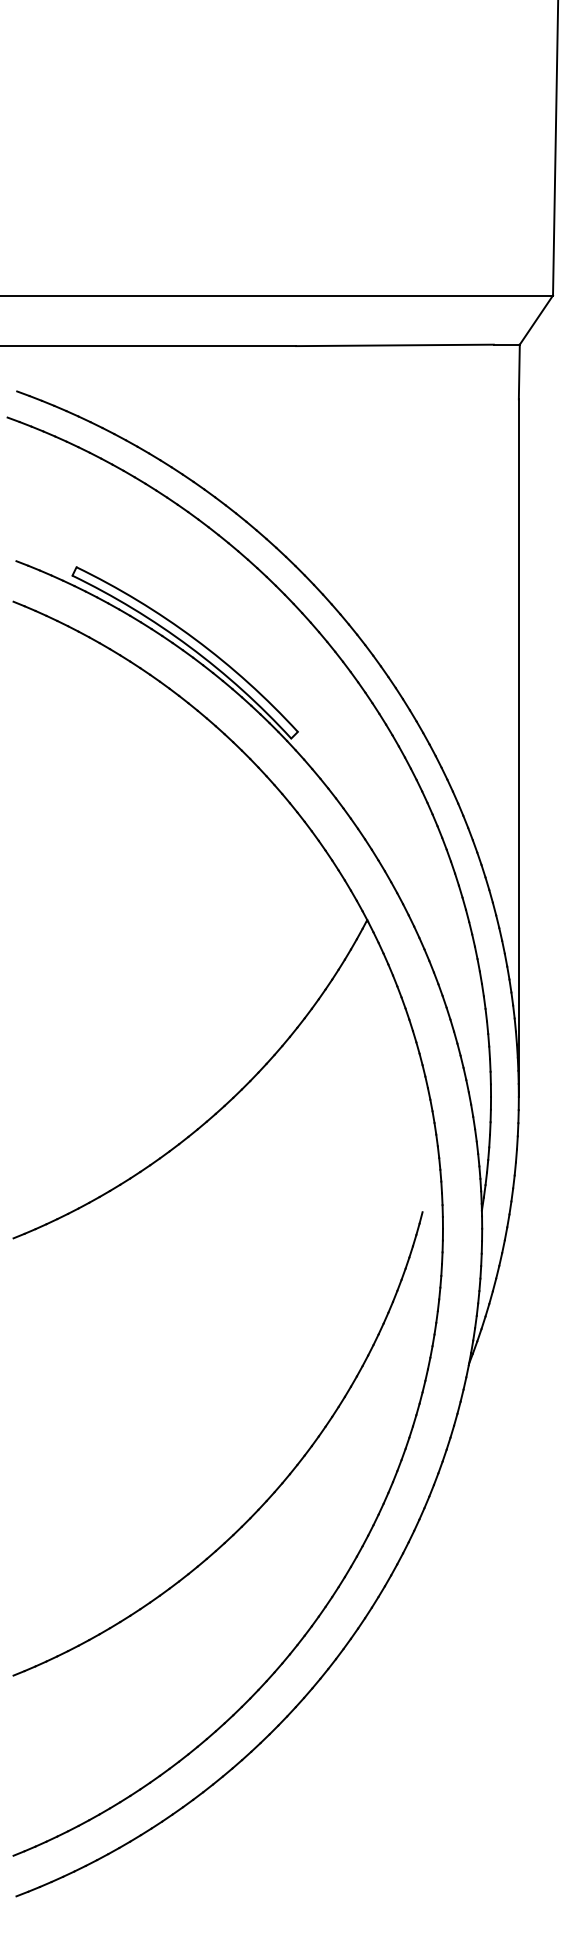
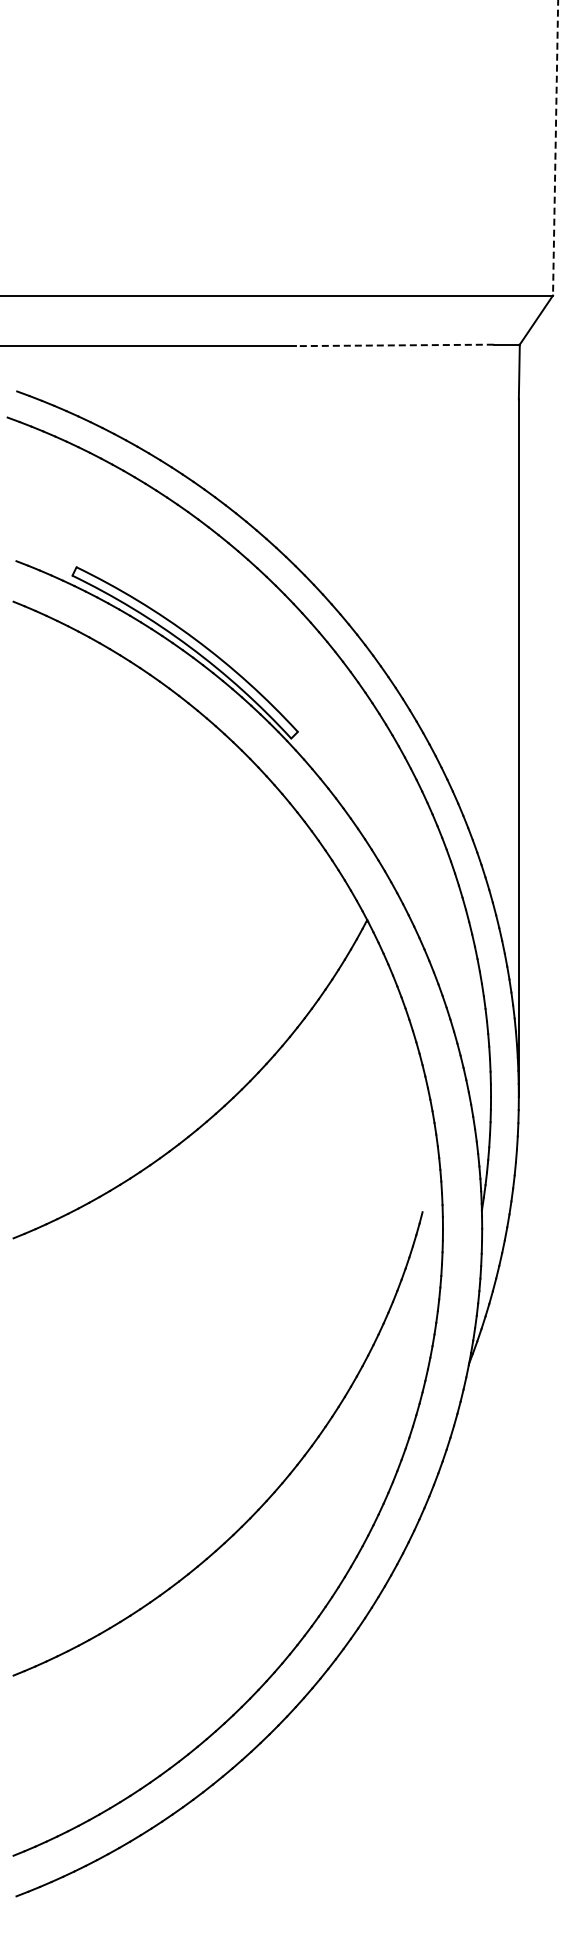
line at (555, 148): solid -> dashed
line at (395, 345): solid -> dashed
